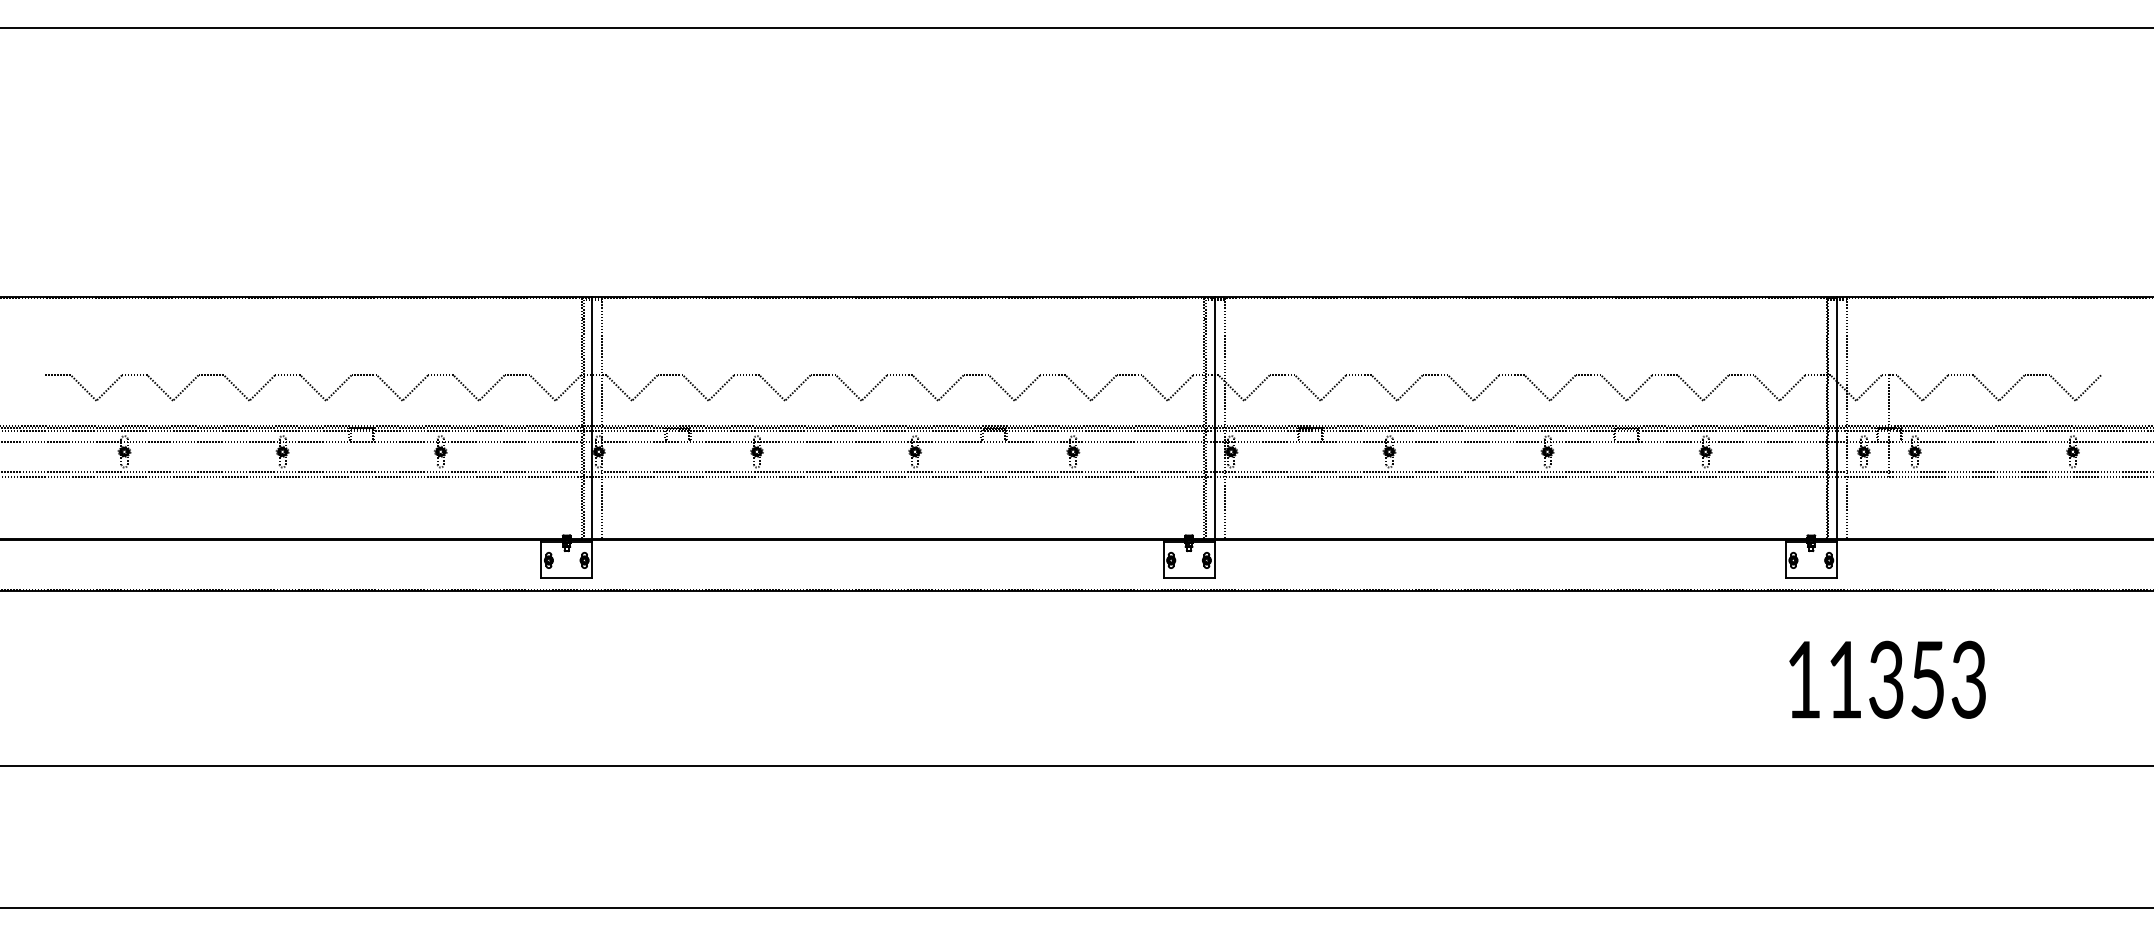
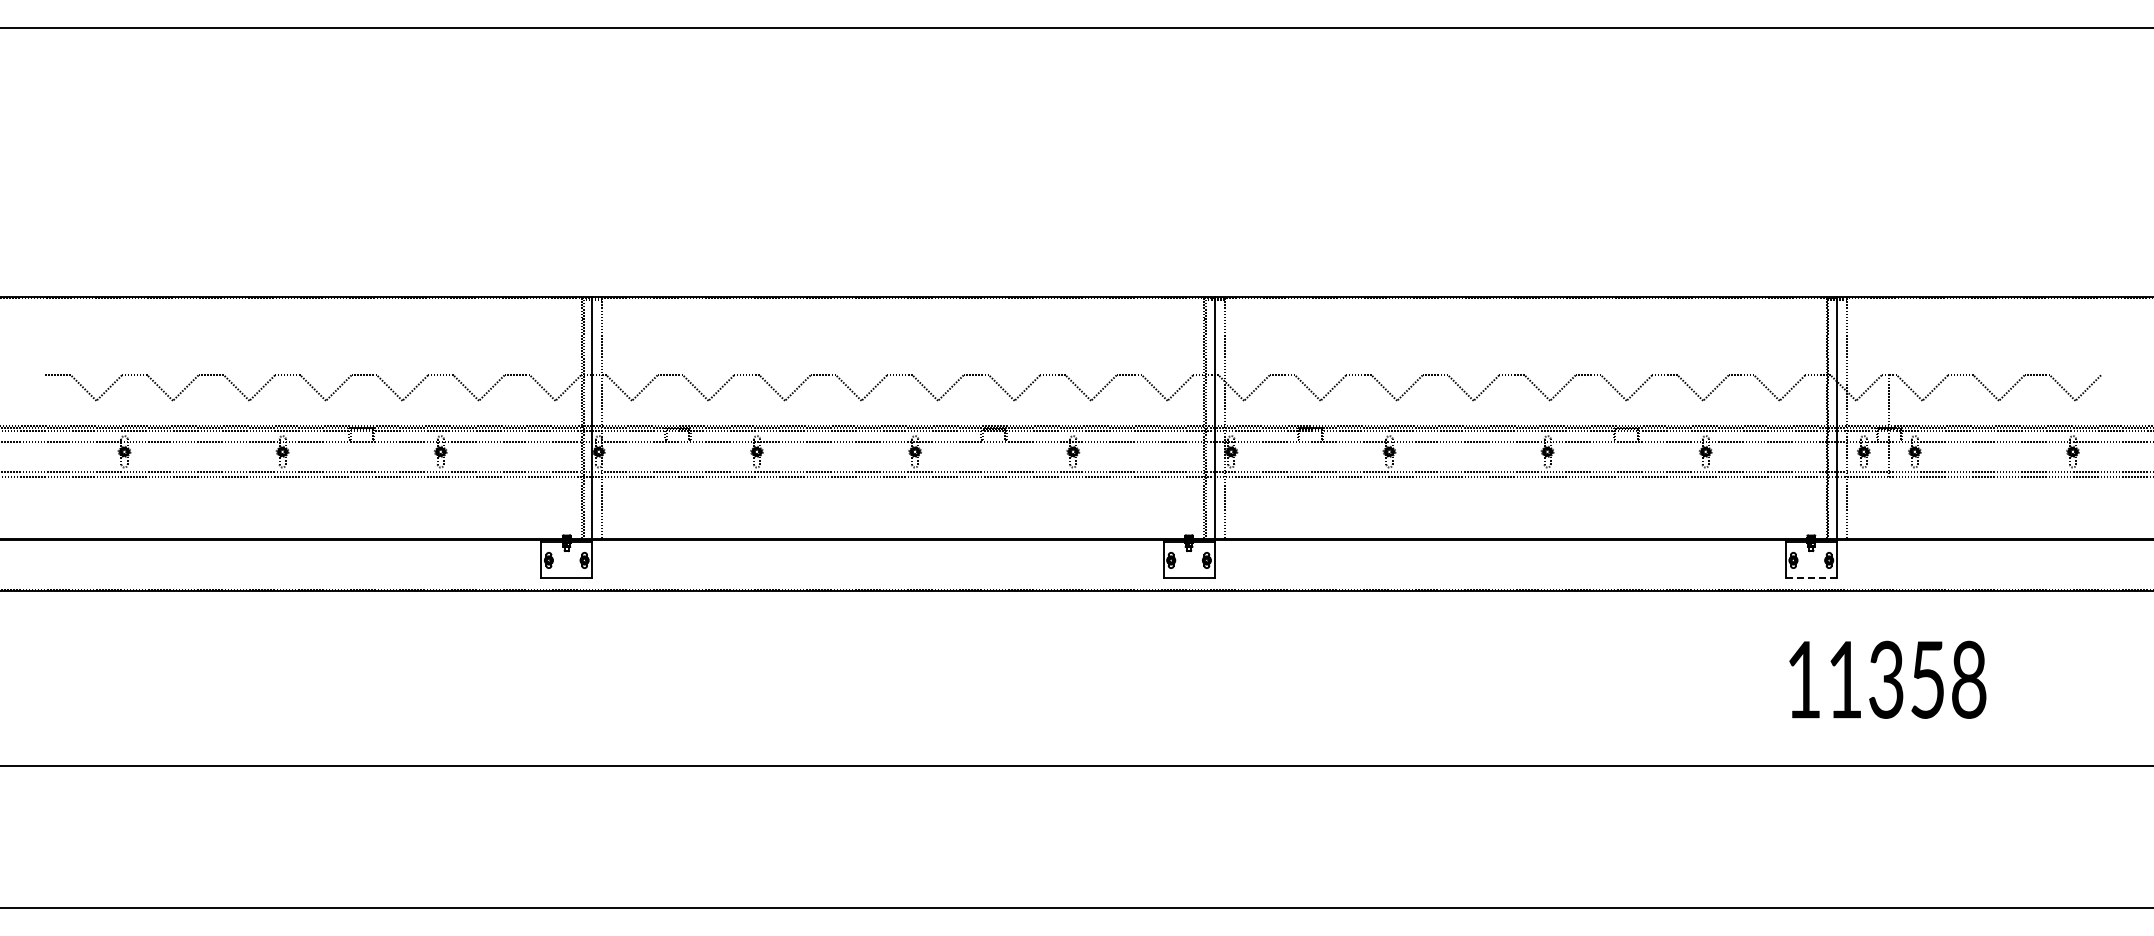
line at (1811, 578): solid -> dashed
text at (1968, 679): 11353 -> 11358
